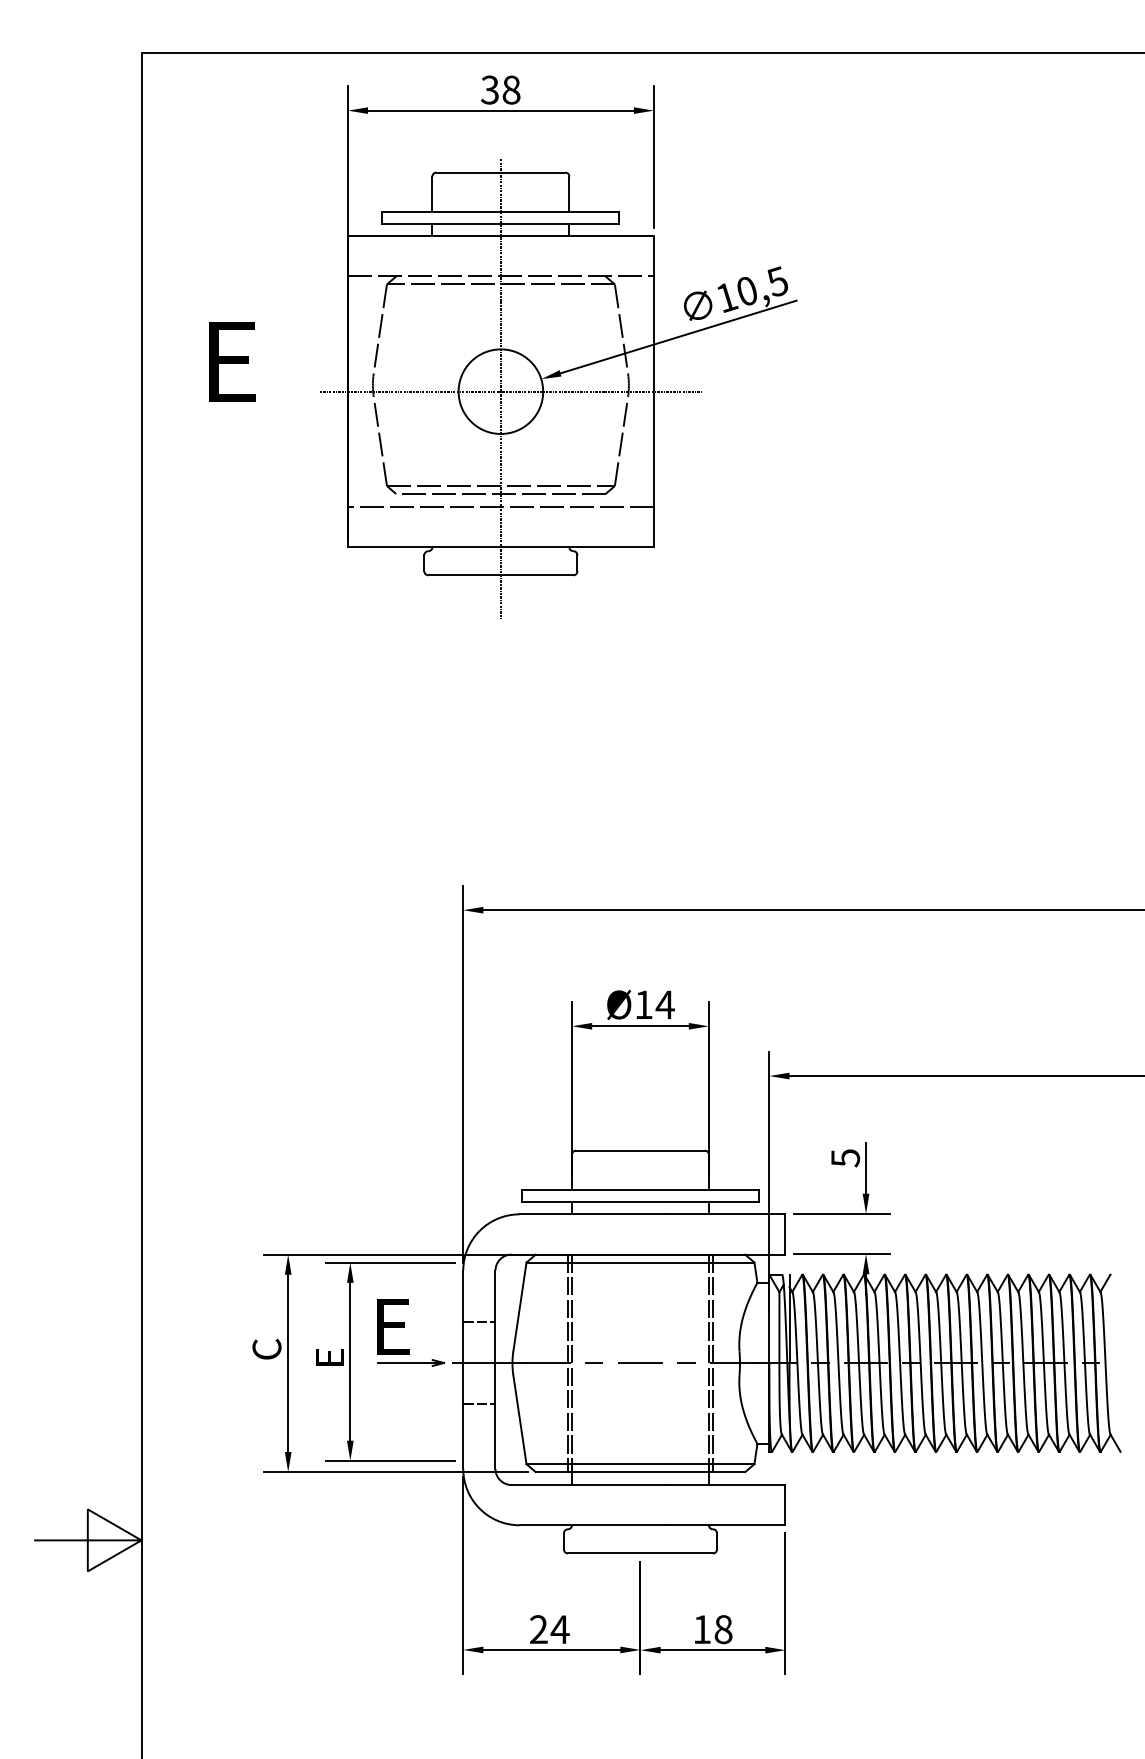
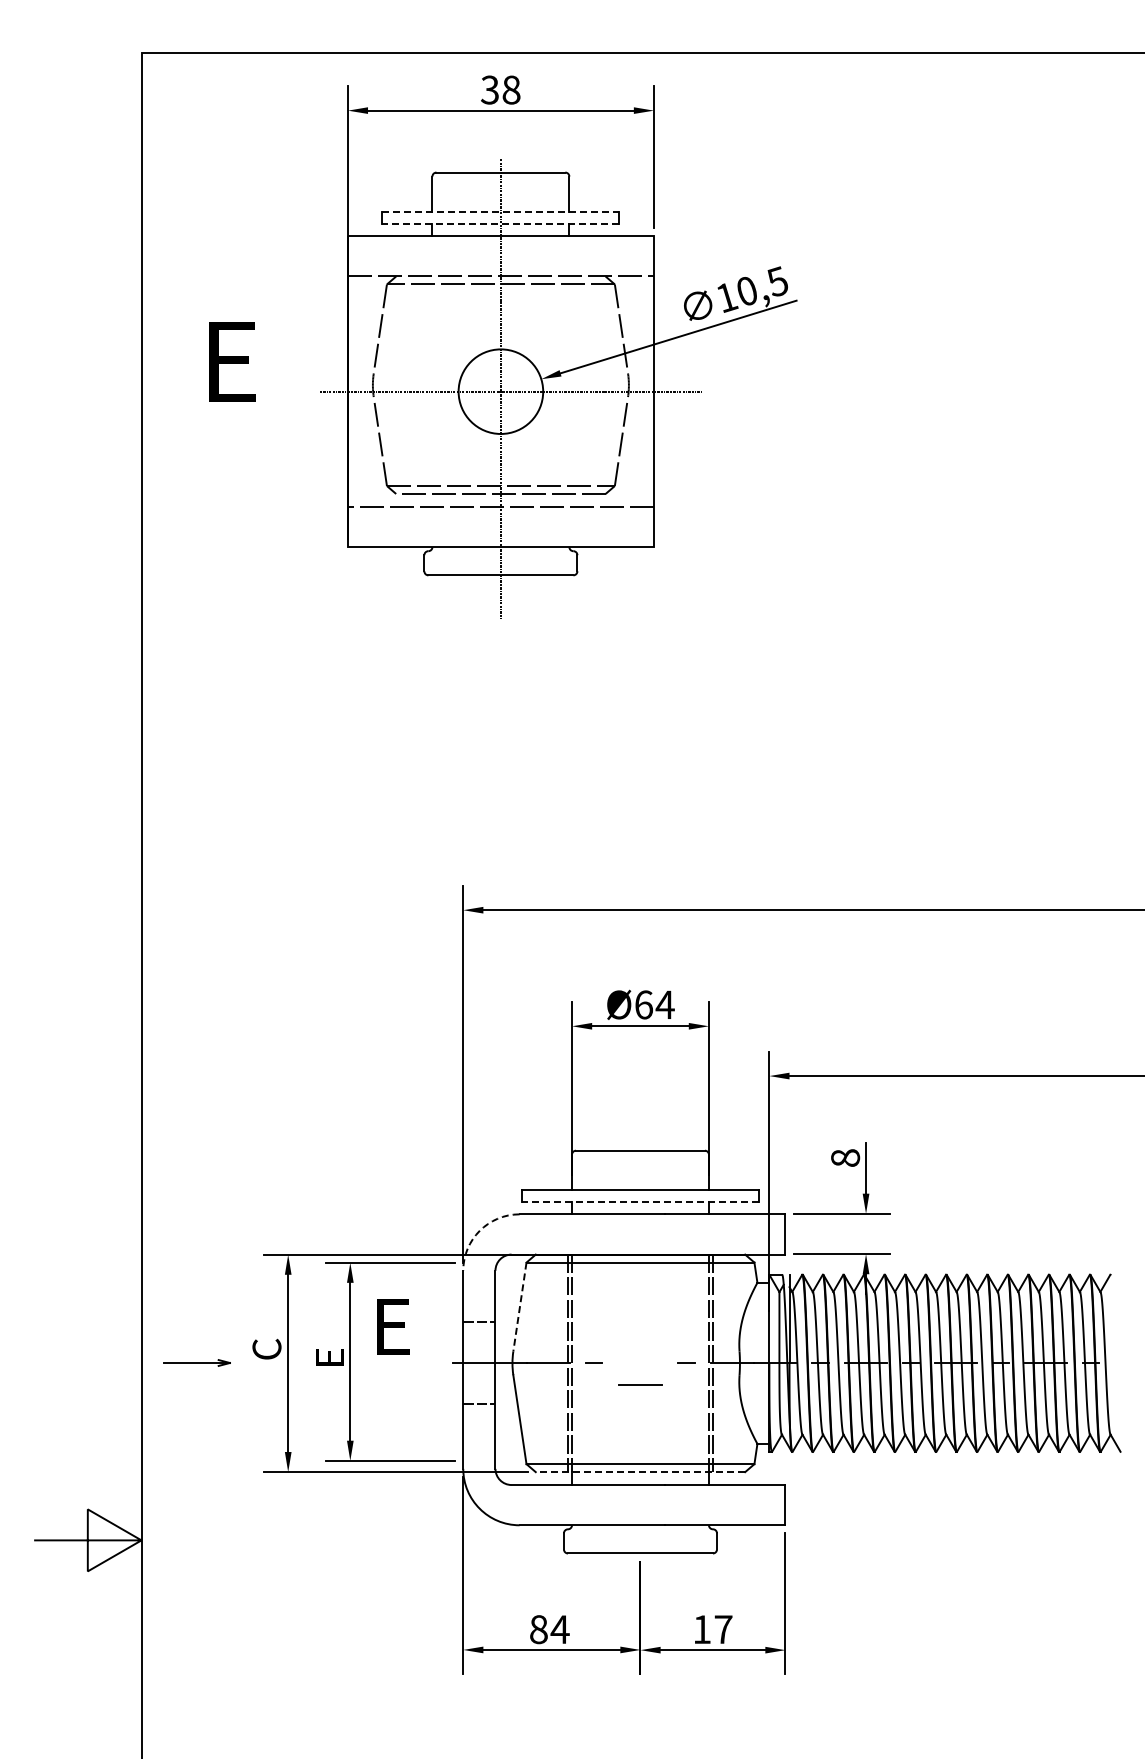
line at (501, 212): solid -> dashed
line at (500, 224): solid -> dashed
text at (643, 1004): Ø14 -> Ø64
text at (845, 1158): 5 -> 8
line at (639, 1202): solid -> dashed
arc at (479, 1230): solid -> dashed
line at (519, 1307): solid -> dashed
part at (410, 1362) position: (410, 1362) -> (196, 1362)
line at (640, 1362) position: (640, 1362) -> (640, 1384)
line at (640, 1472): solid -> dashed
text at (538, 1629): 24 -> 84
text at (723, 1629): 18 -> 17
